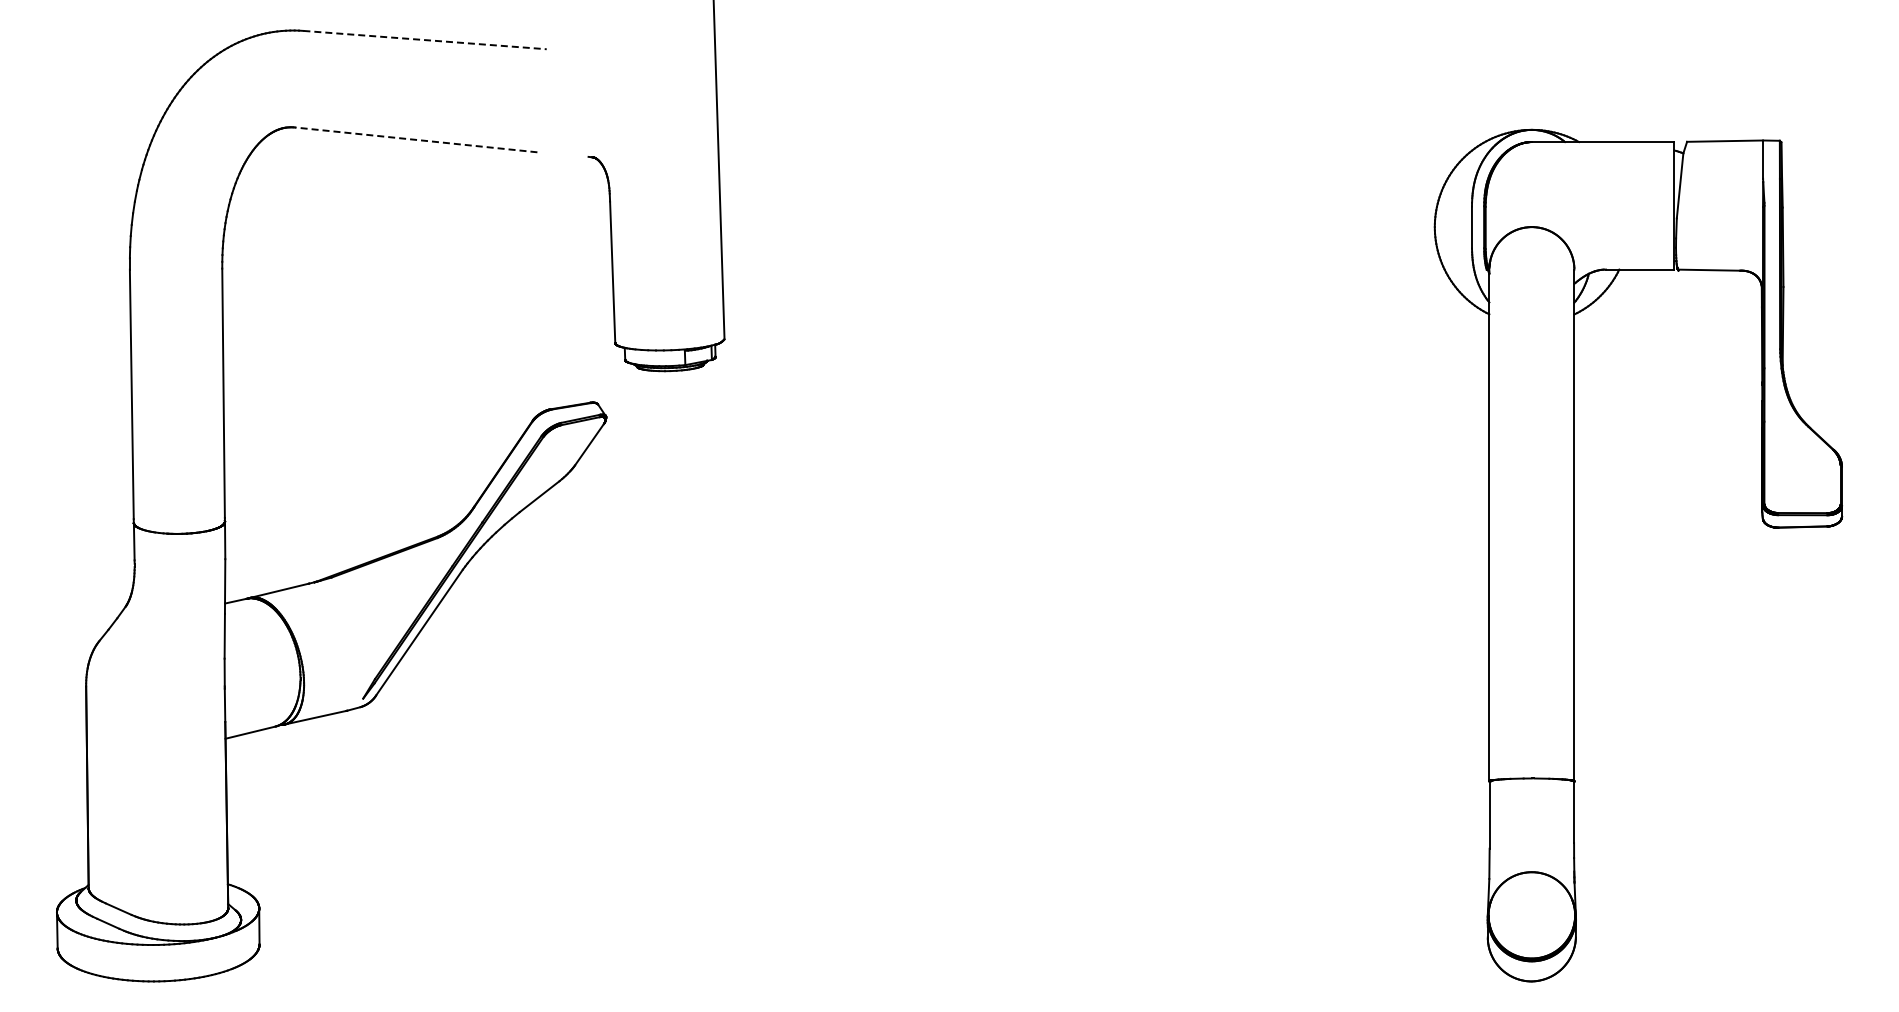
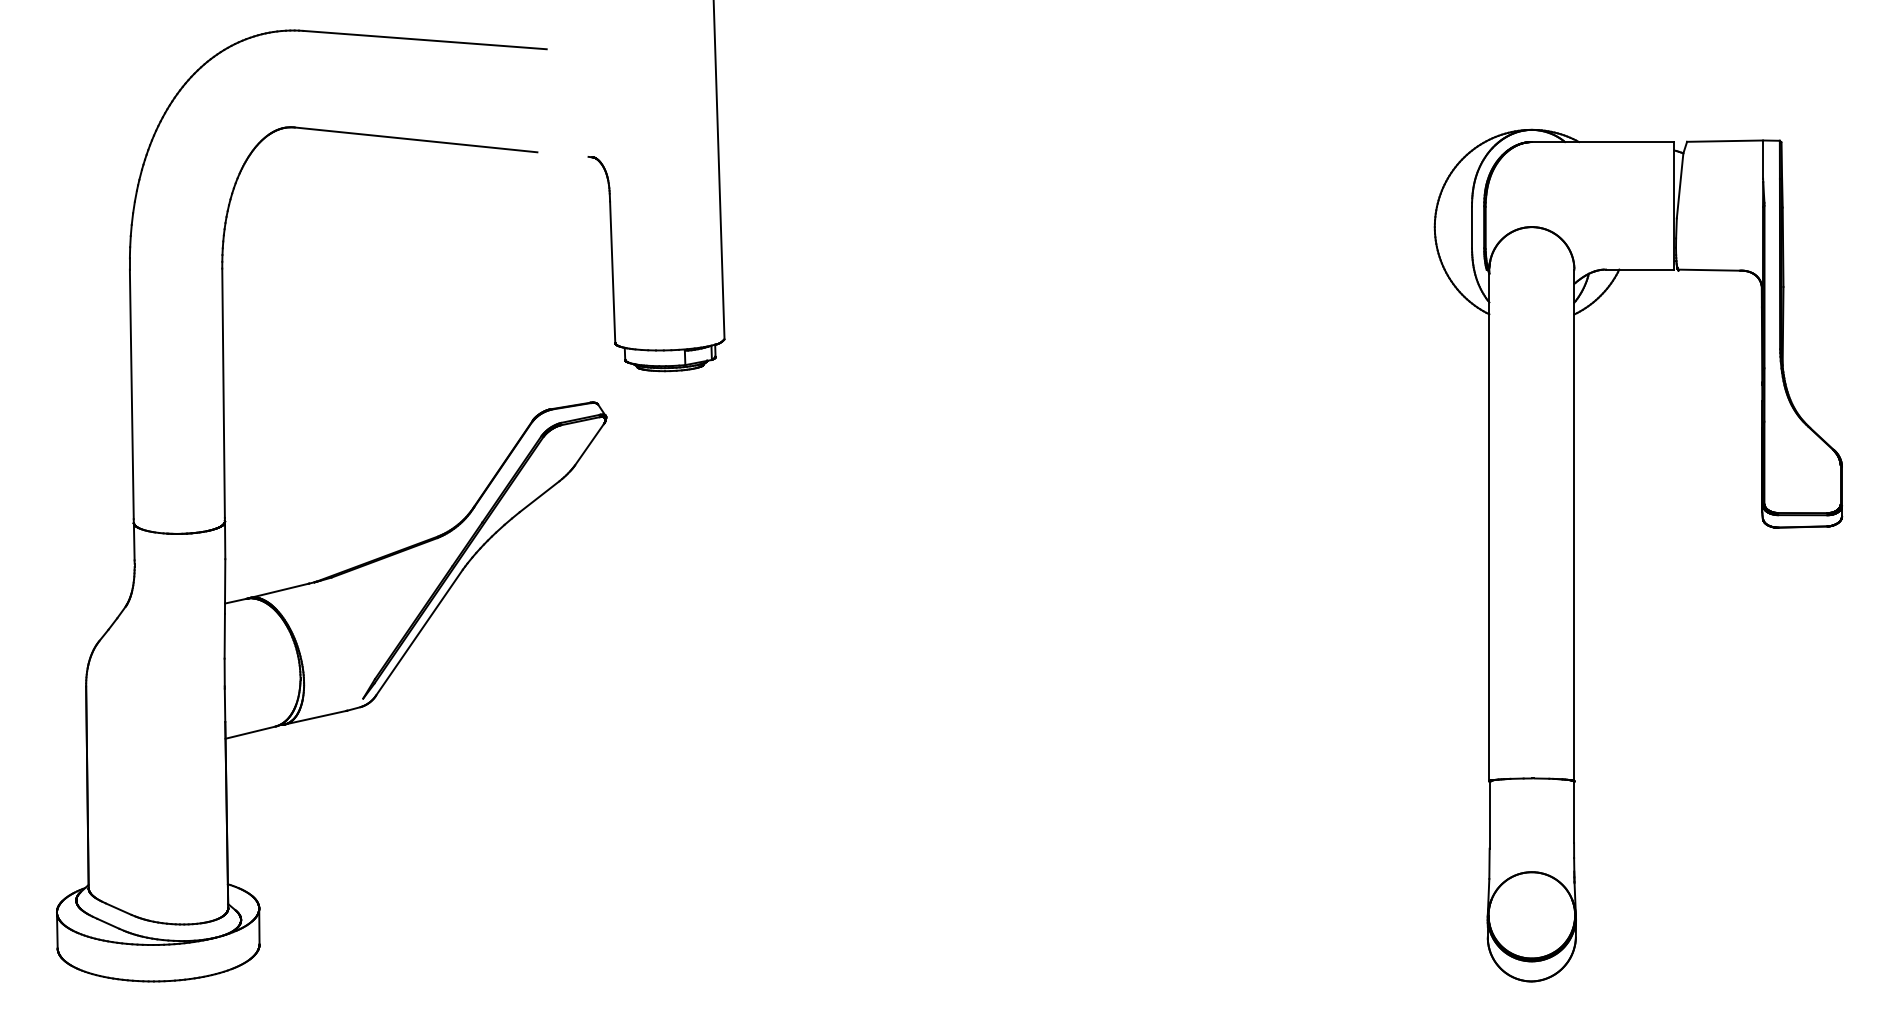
line at (425, 40): dashed -> solid
line at (416, 139): dashed -> solid
